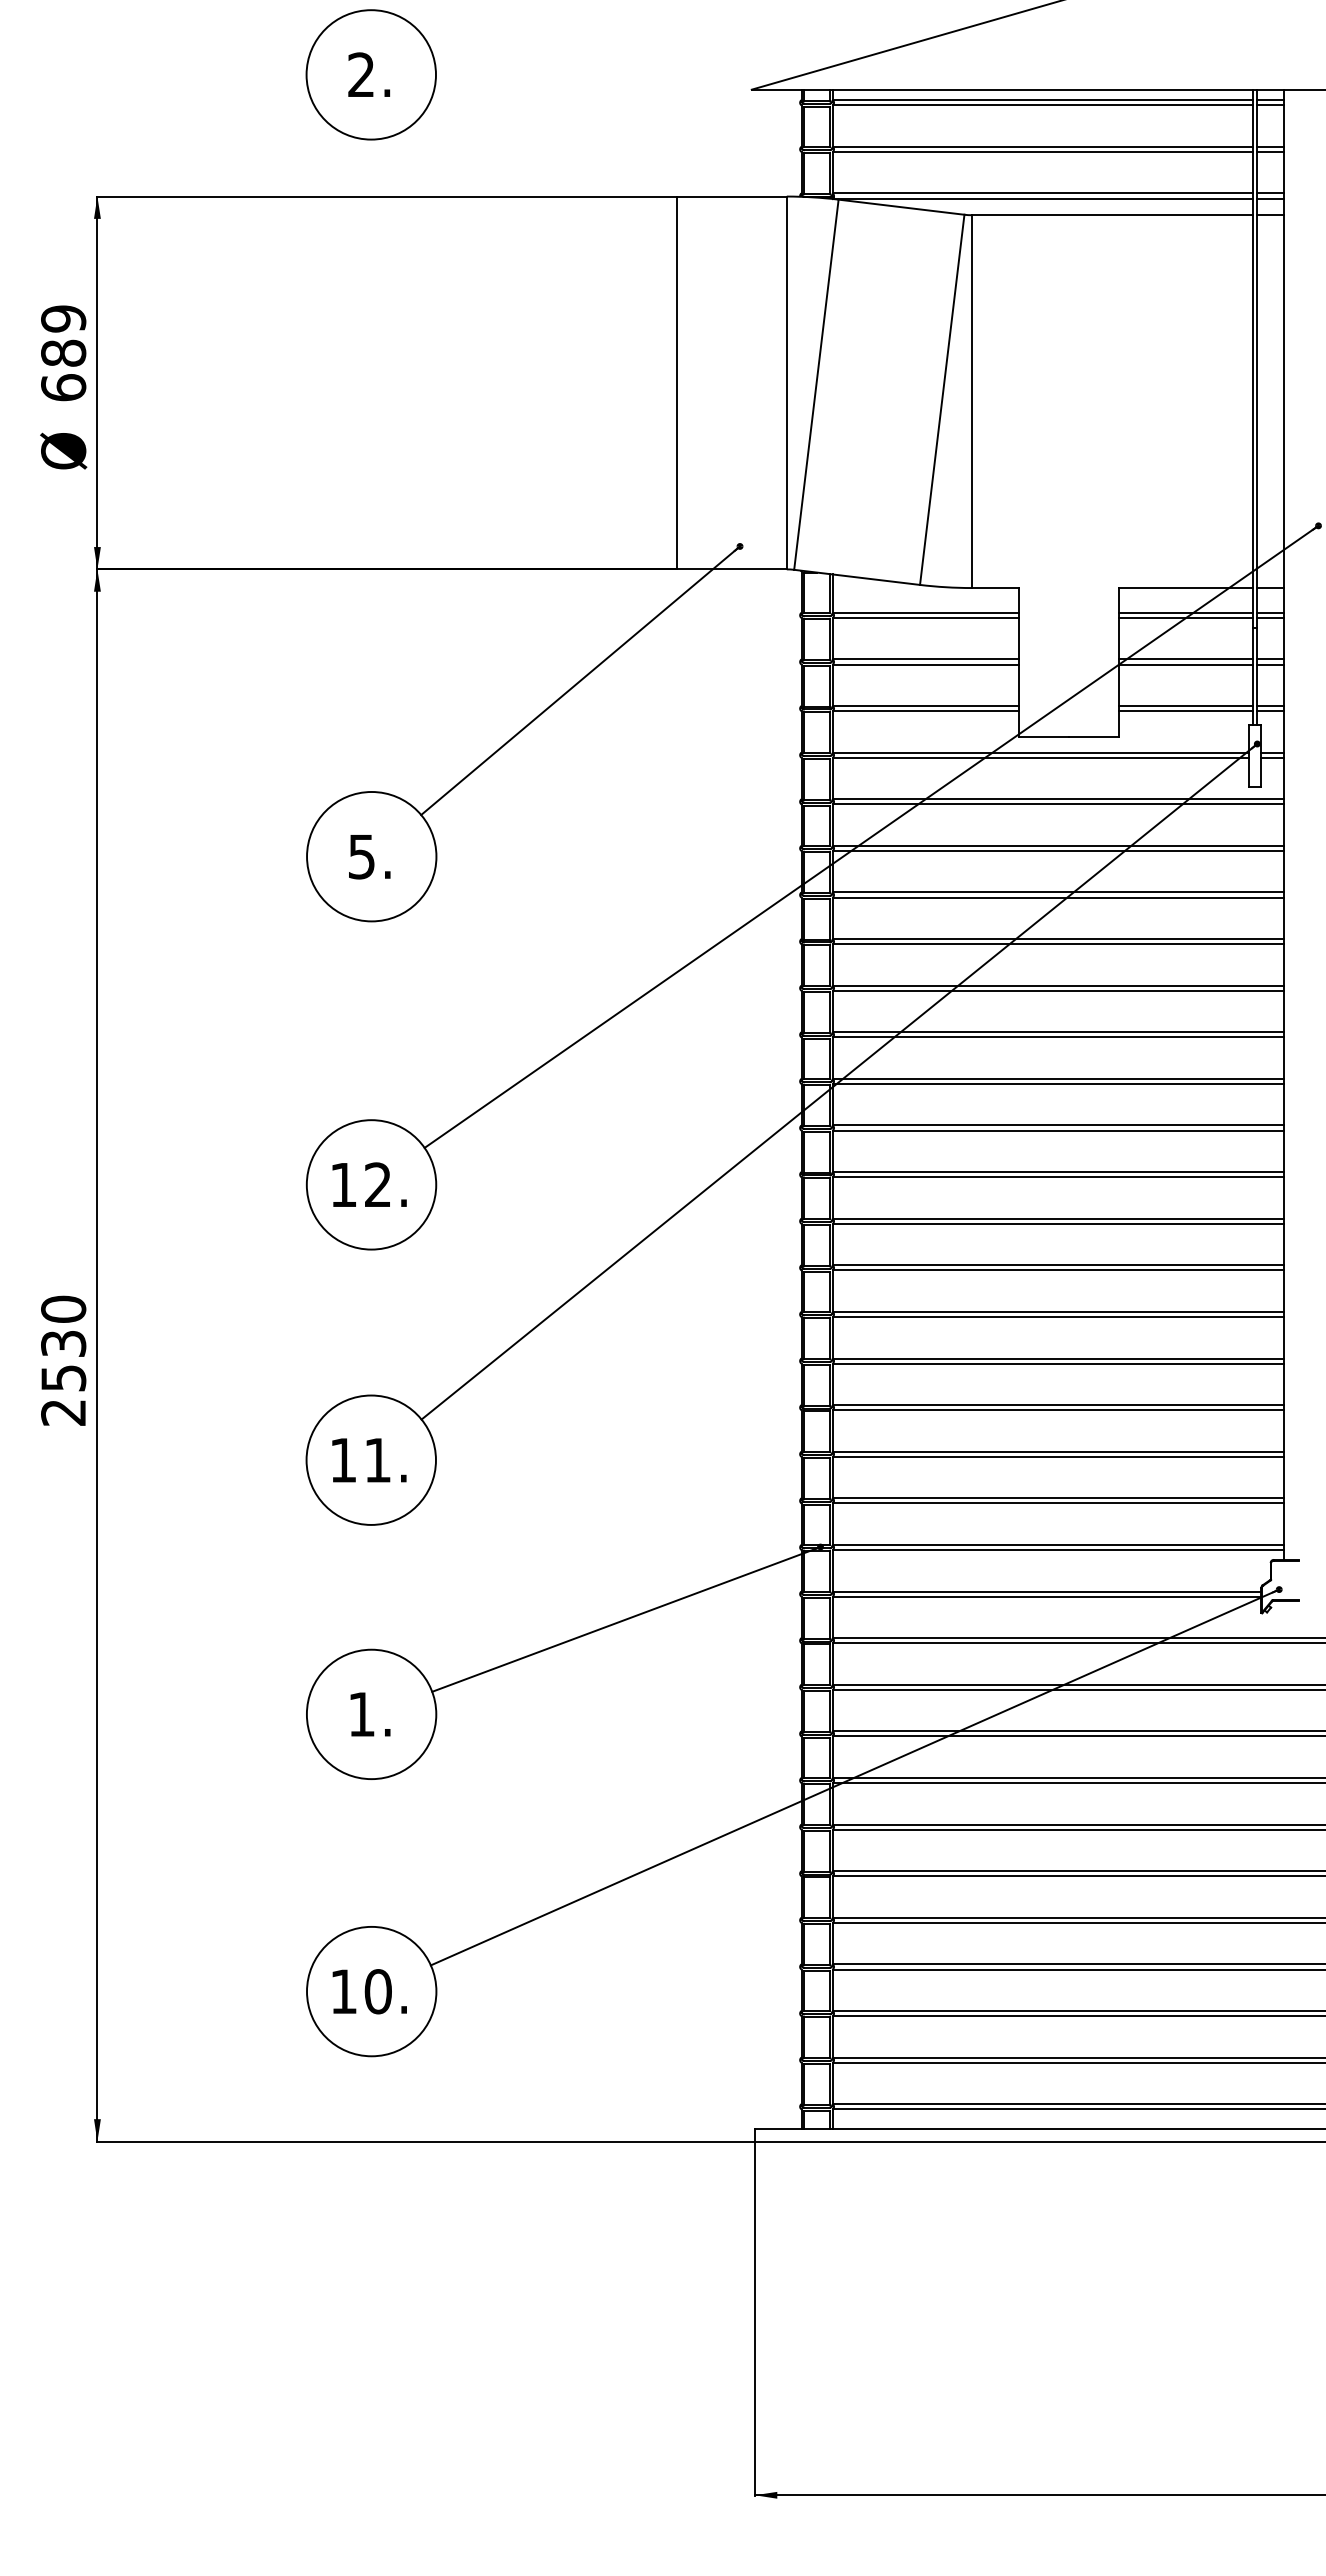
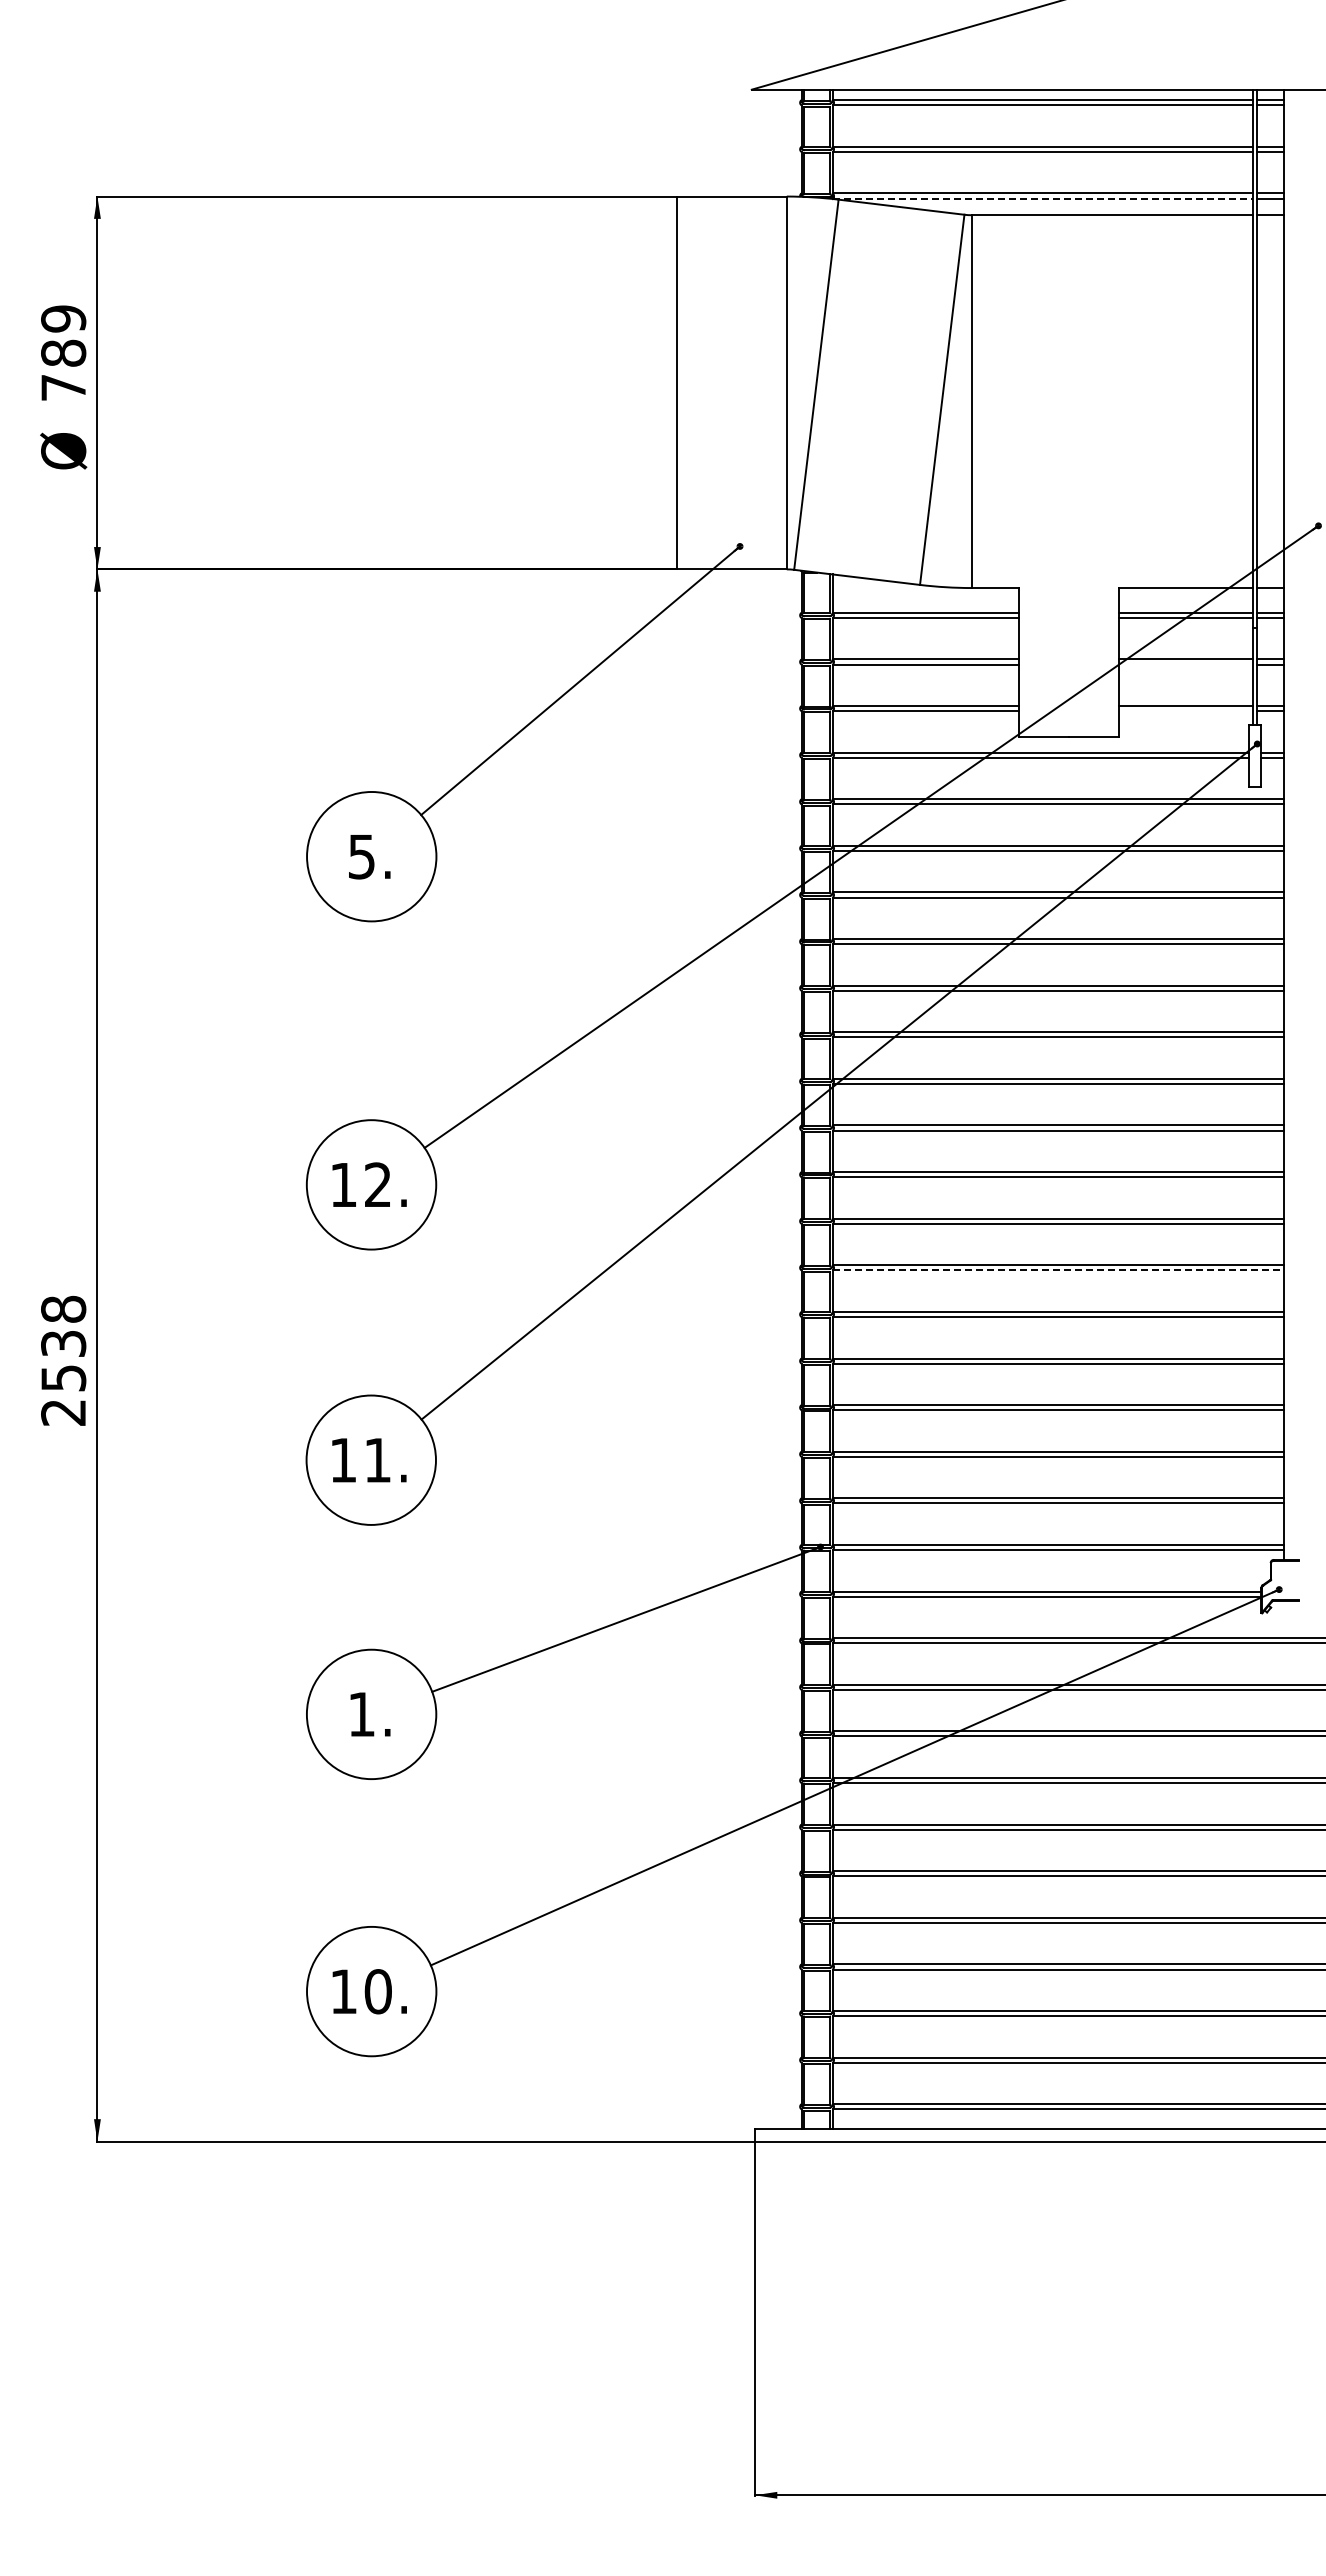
part at (370, 74): present -> none
line at (1043, 198): solid -> dashed
text at (63, 387): 689 -> 789
line at (1185, 664): present -> none
line at (1185, 711): present -> none
line at (1058, 1270): solid -> dashed
text at (63, 1308): 2530 -> 2538
